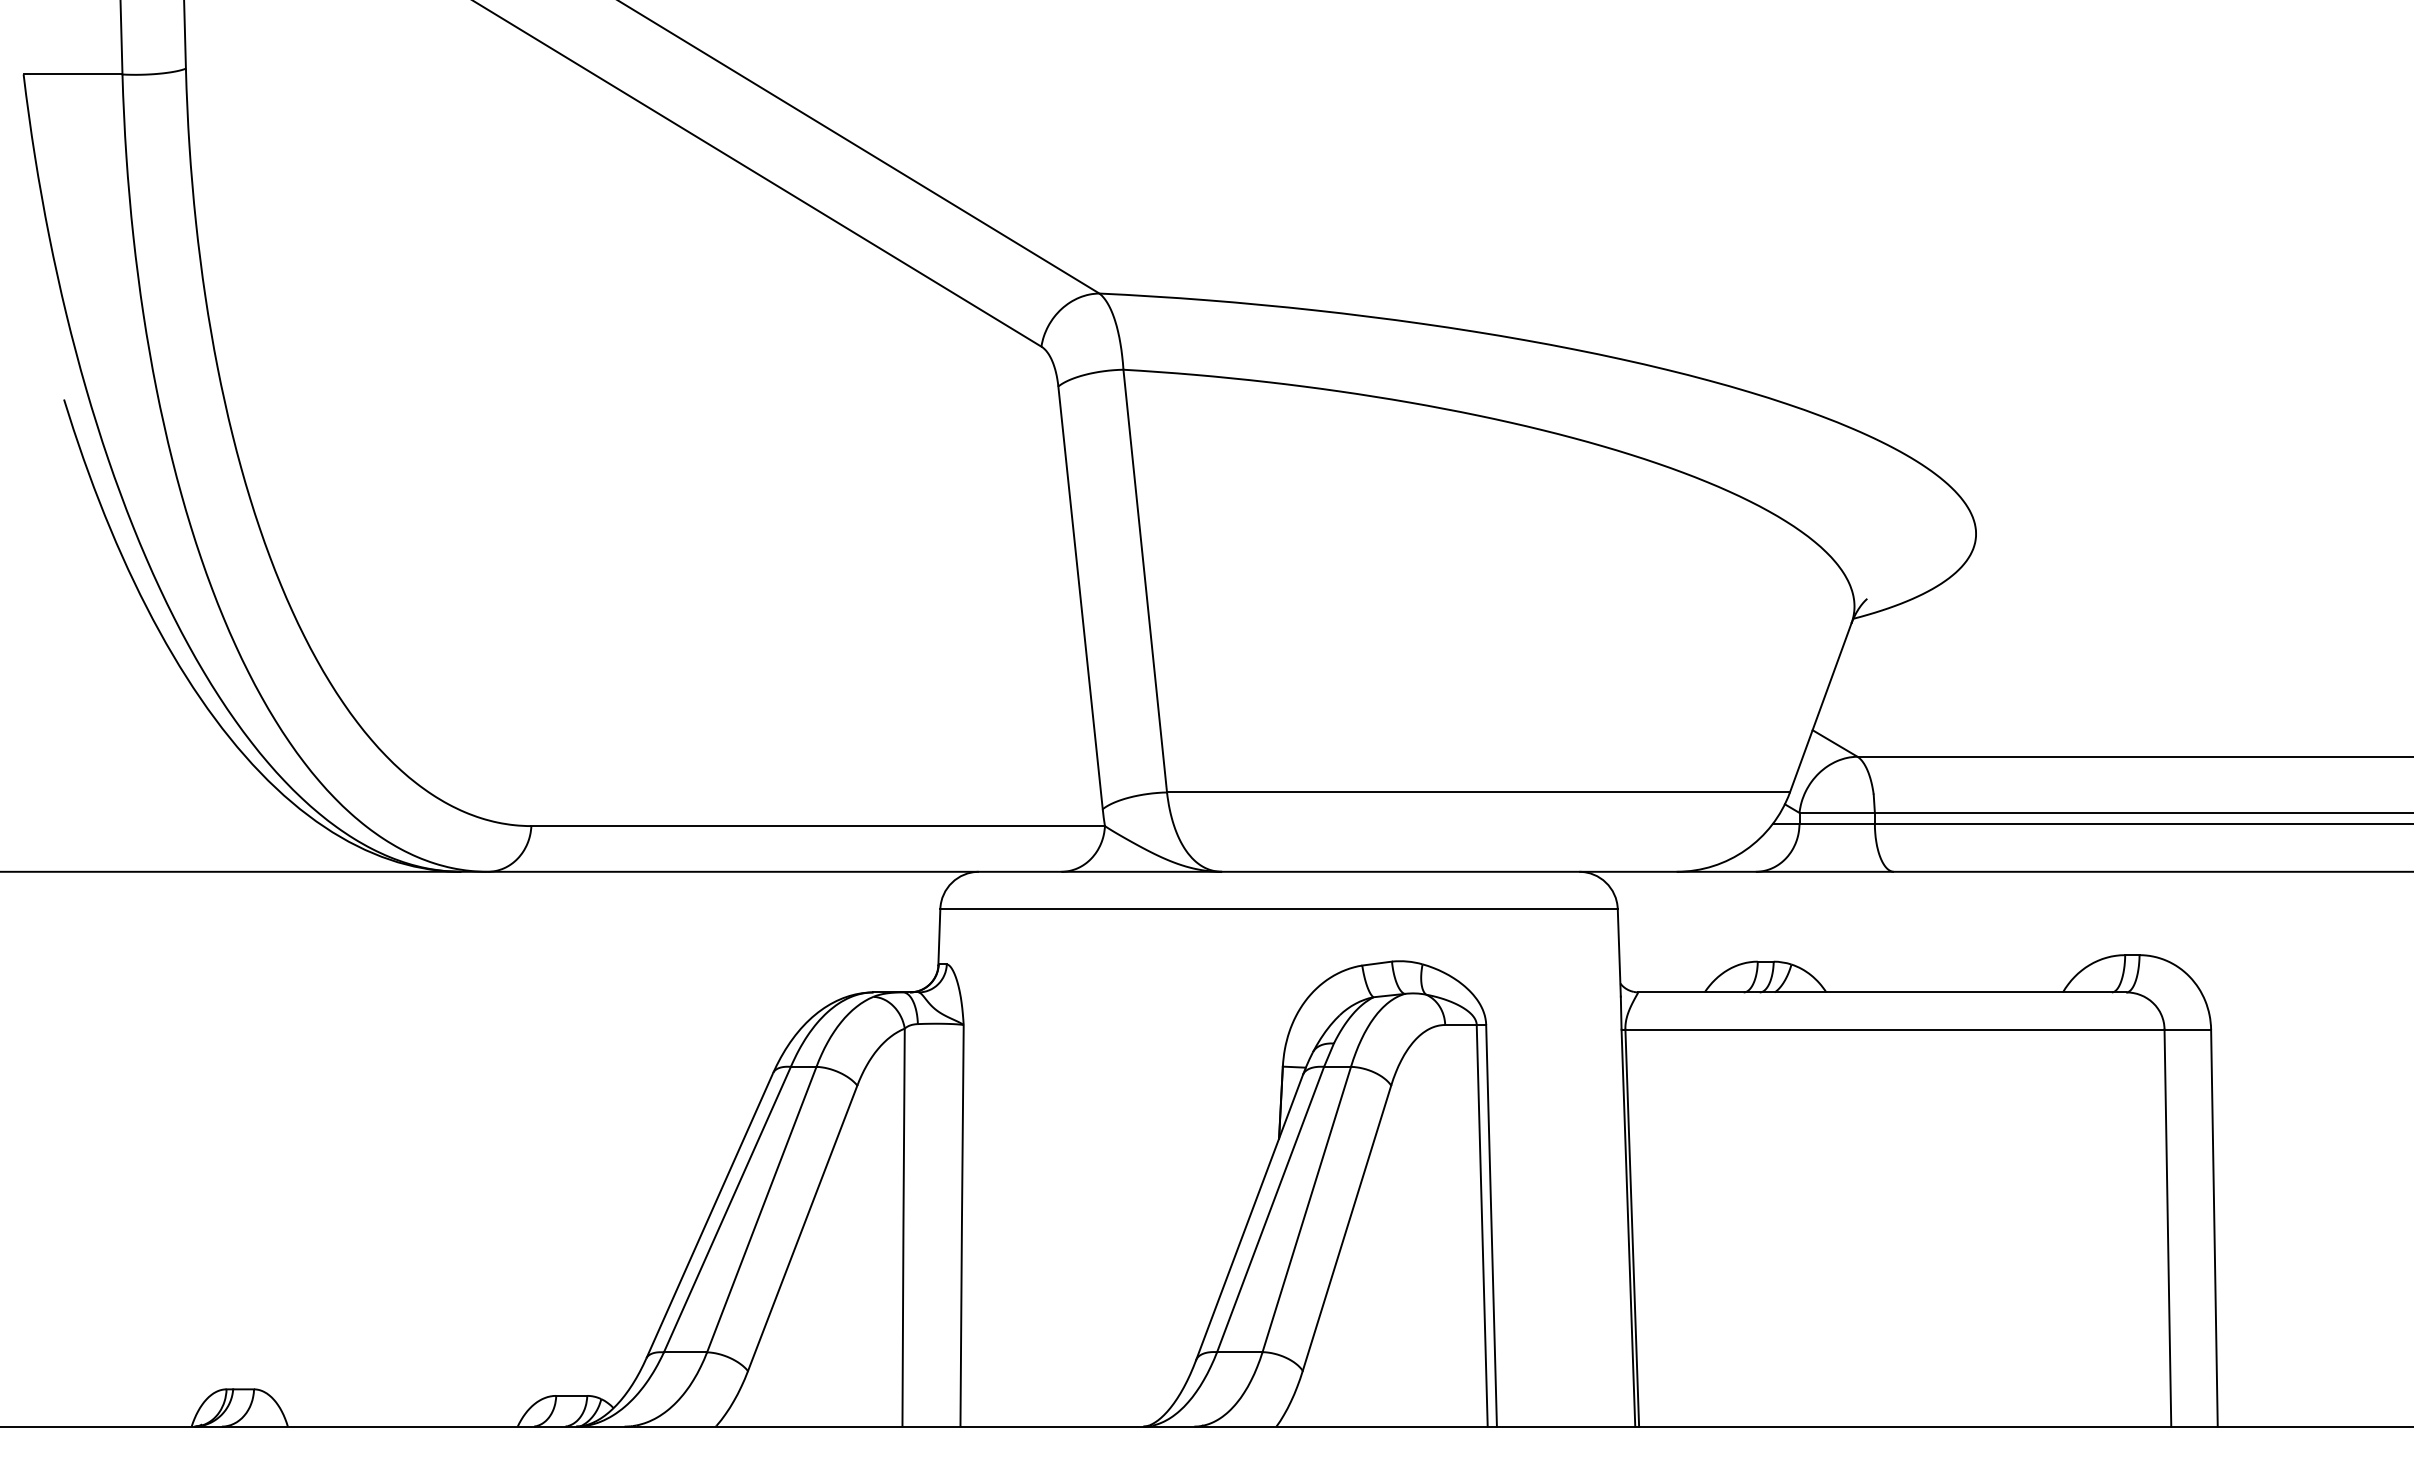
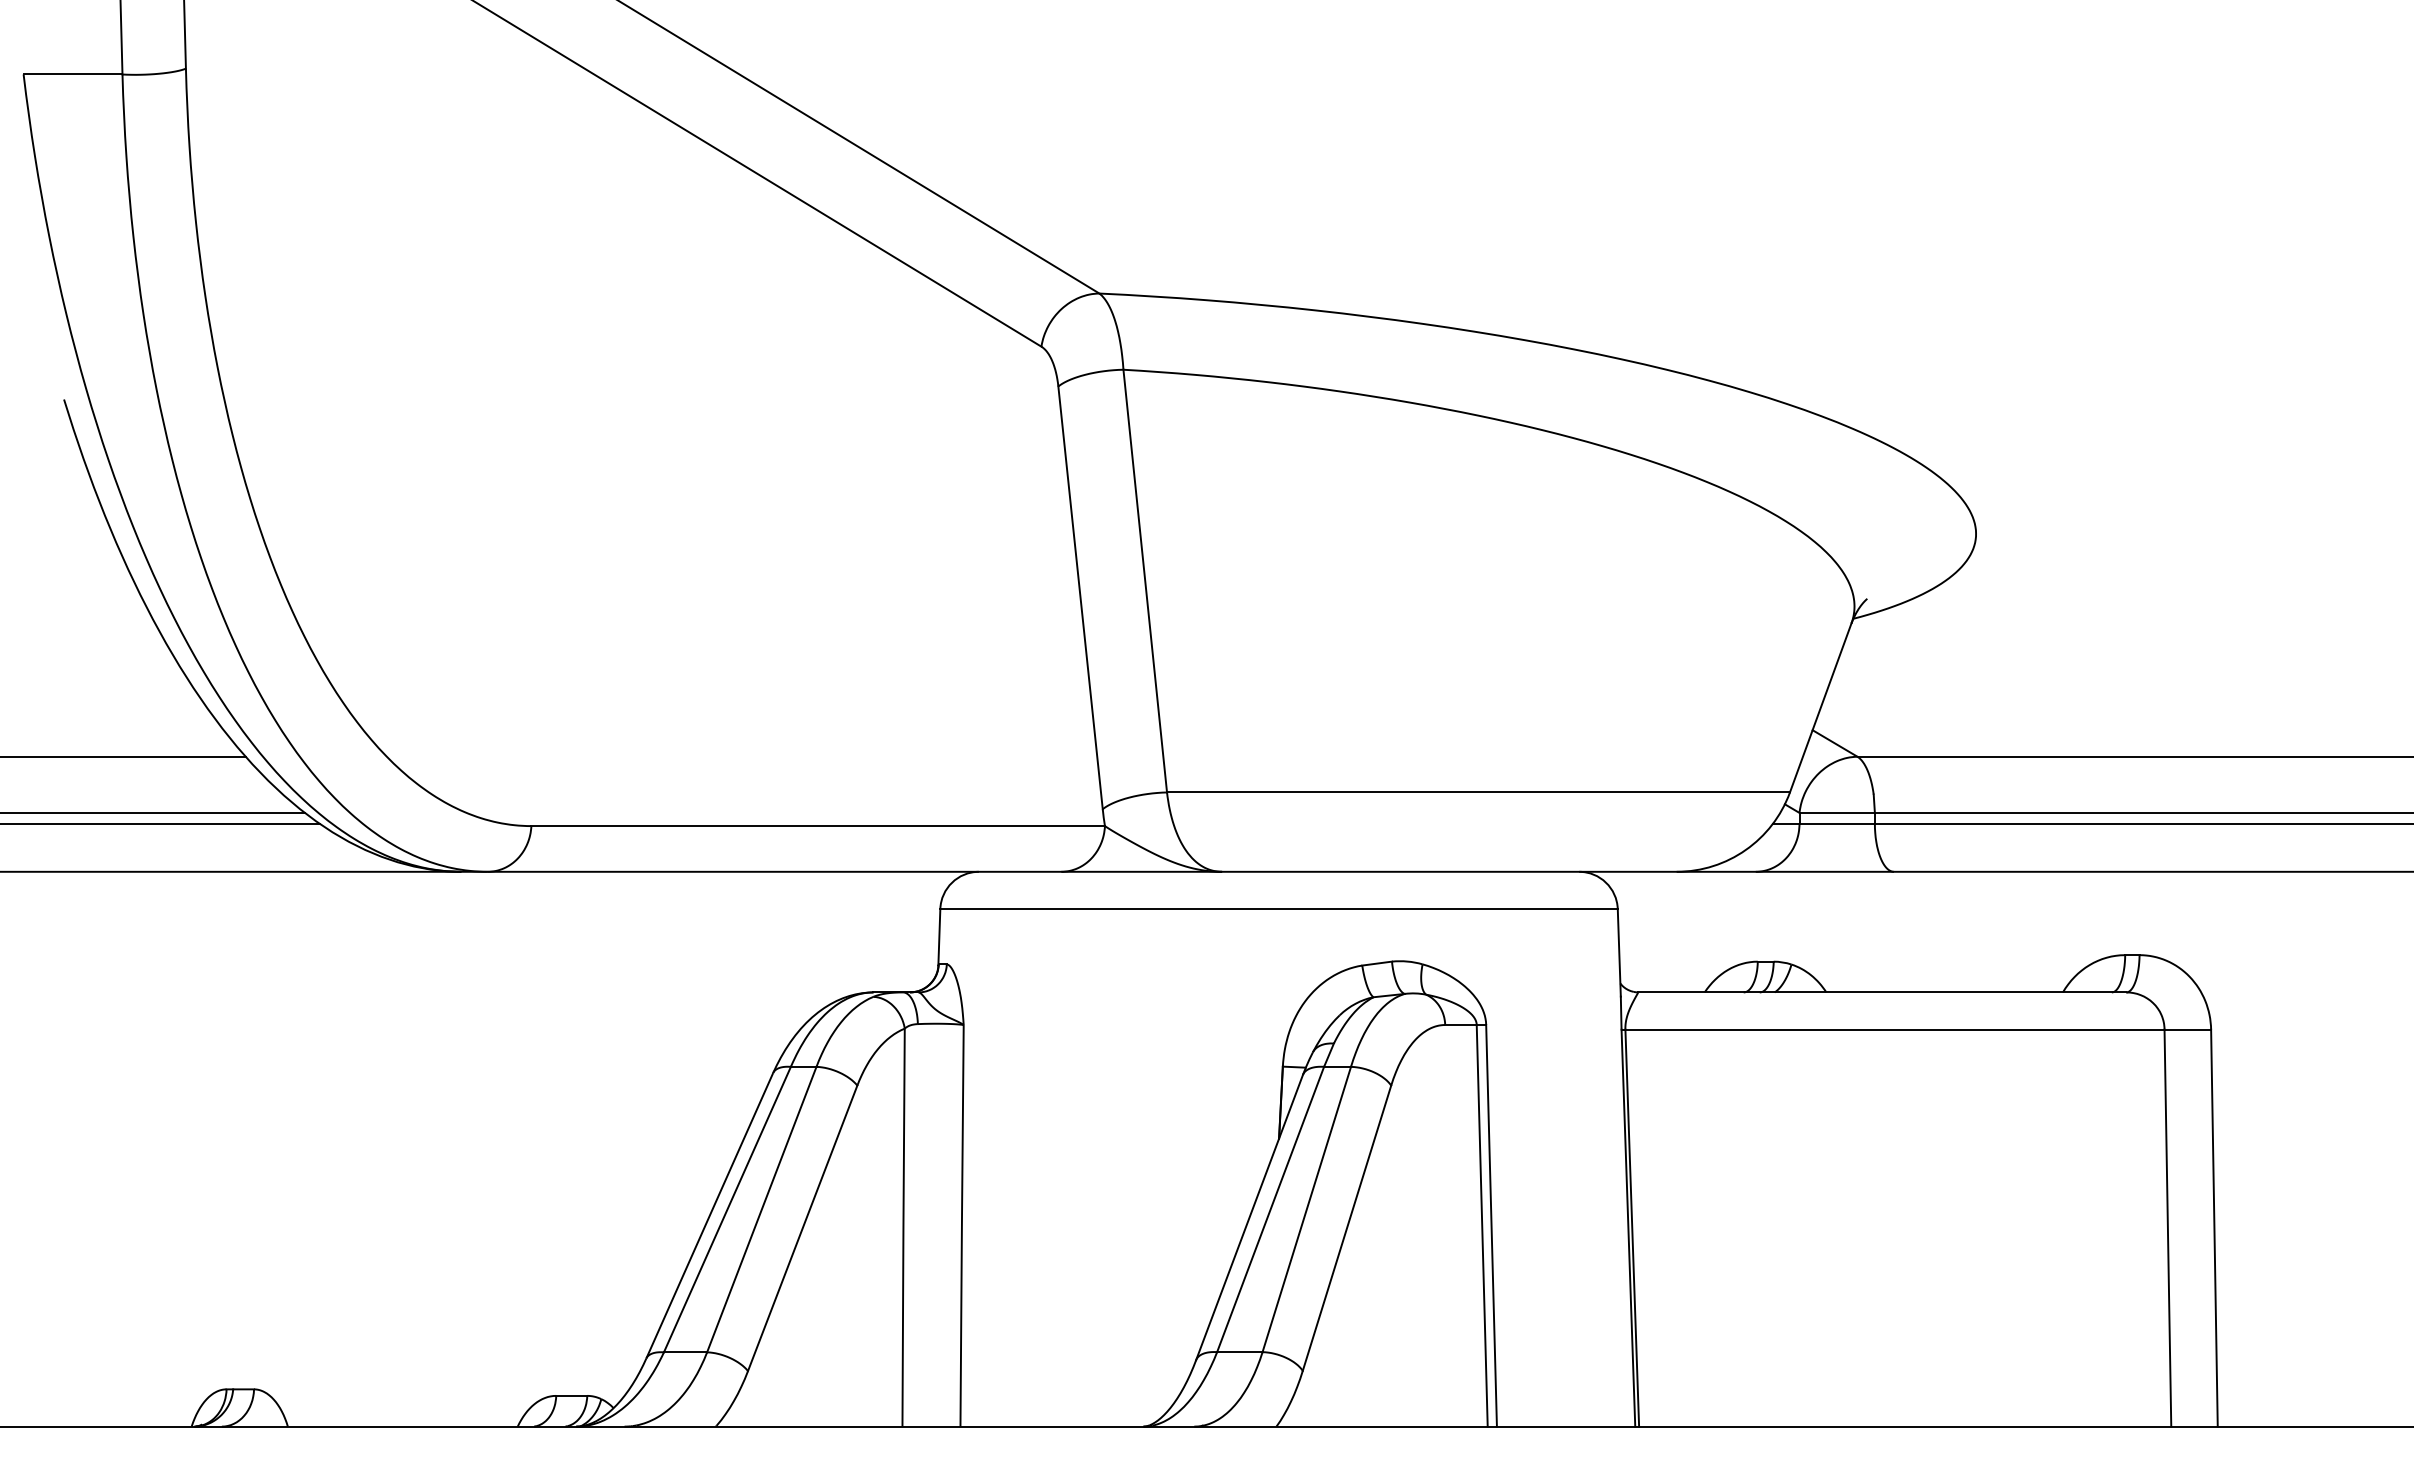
line at (123, 756): none -> present
line at (153, 812): none -> present
line at (160, 823): none -> present
